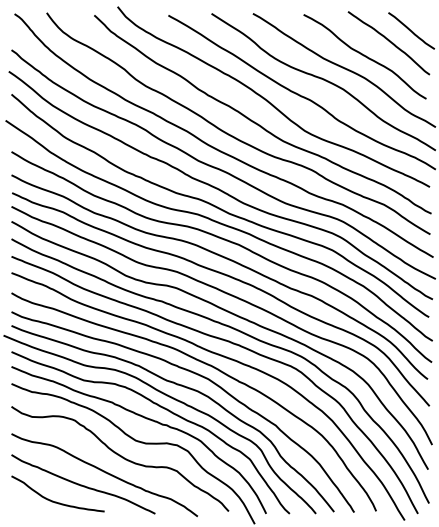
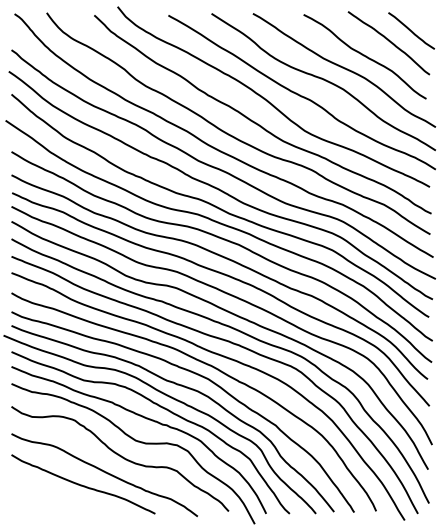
curve at (53, 500): present -> none
